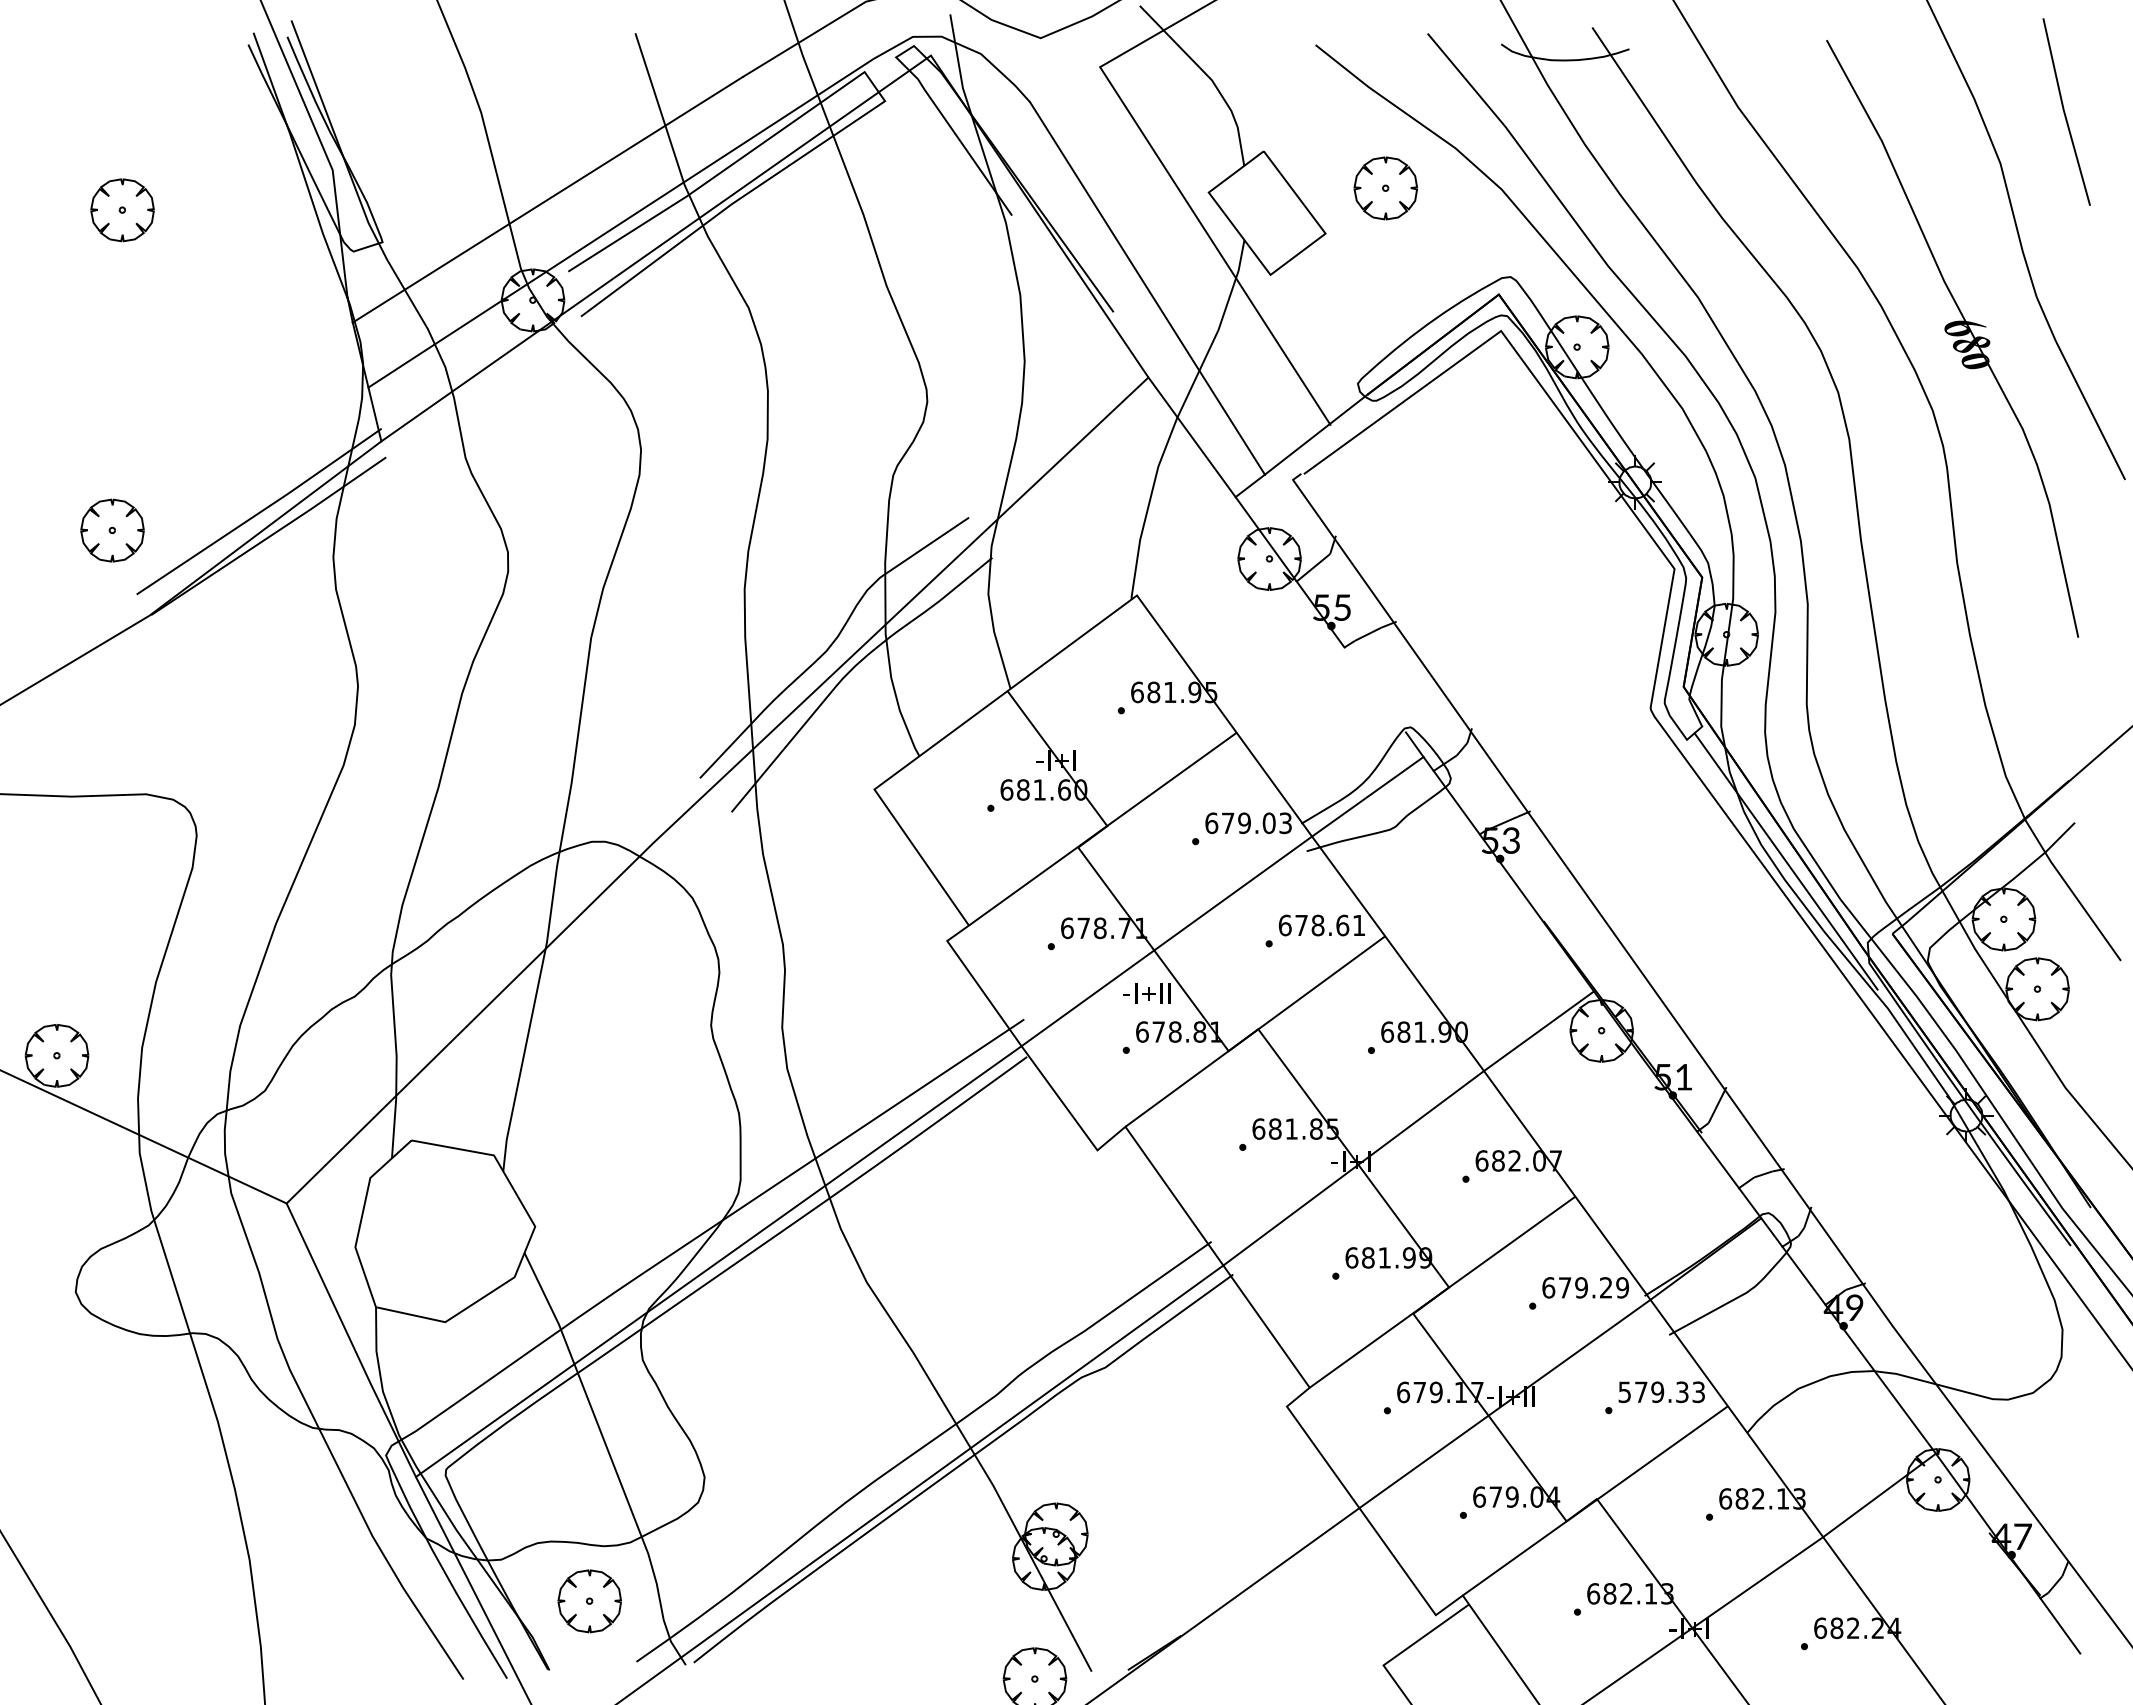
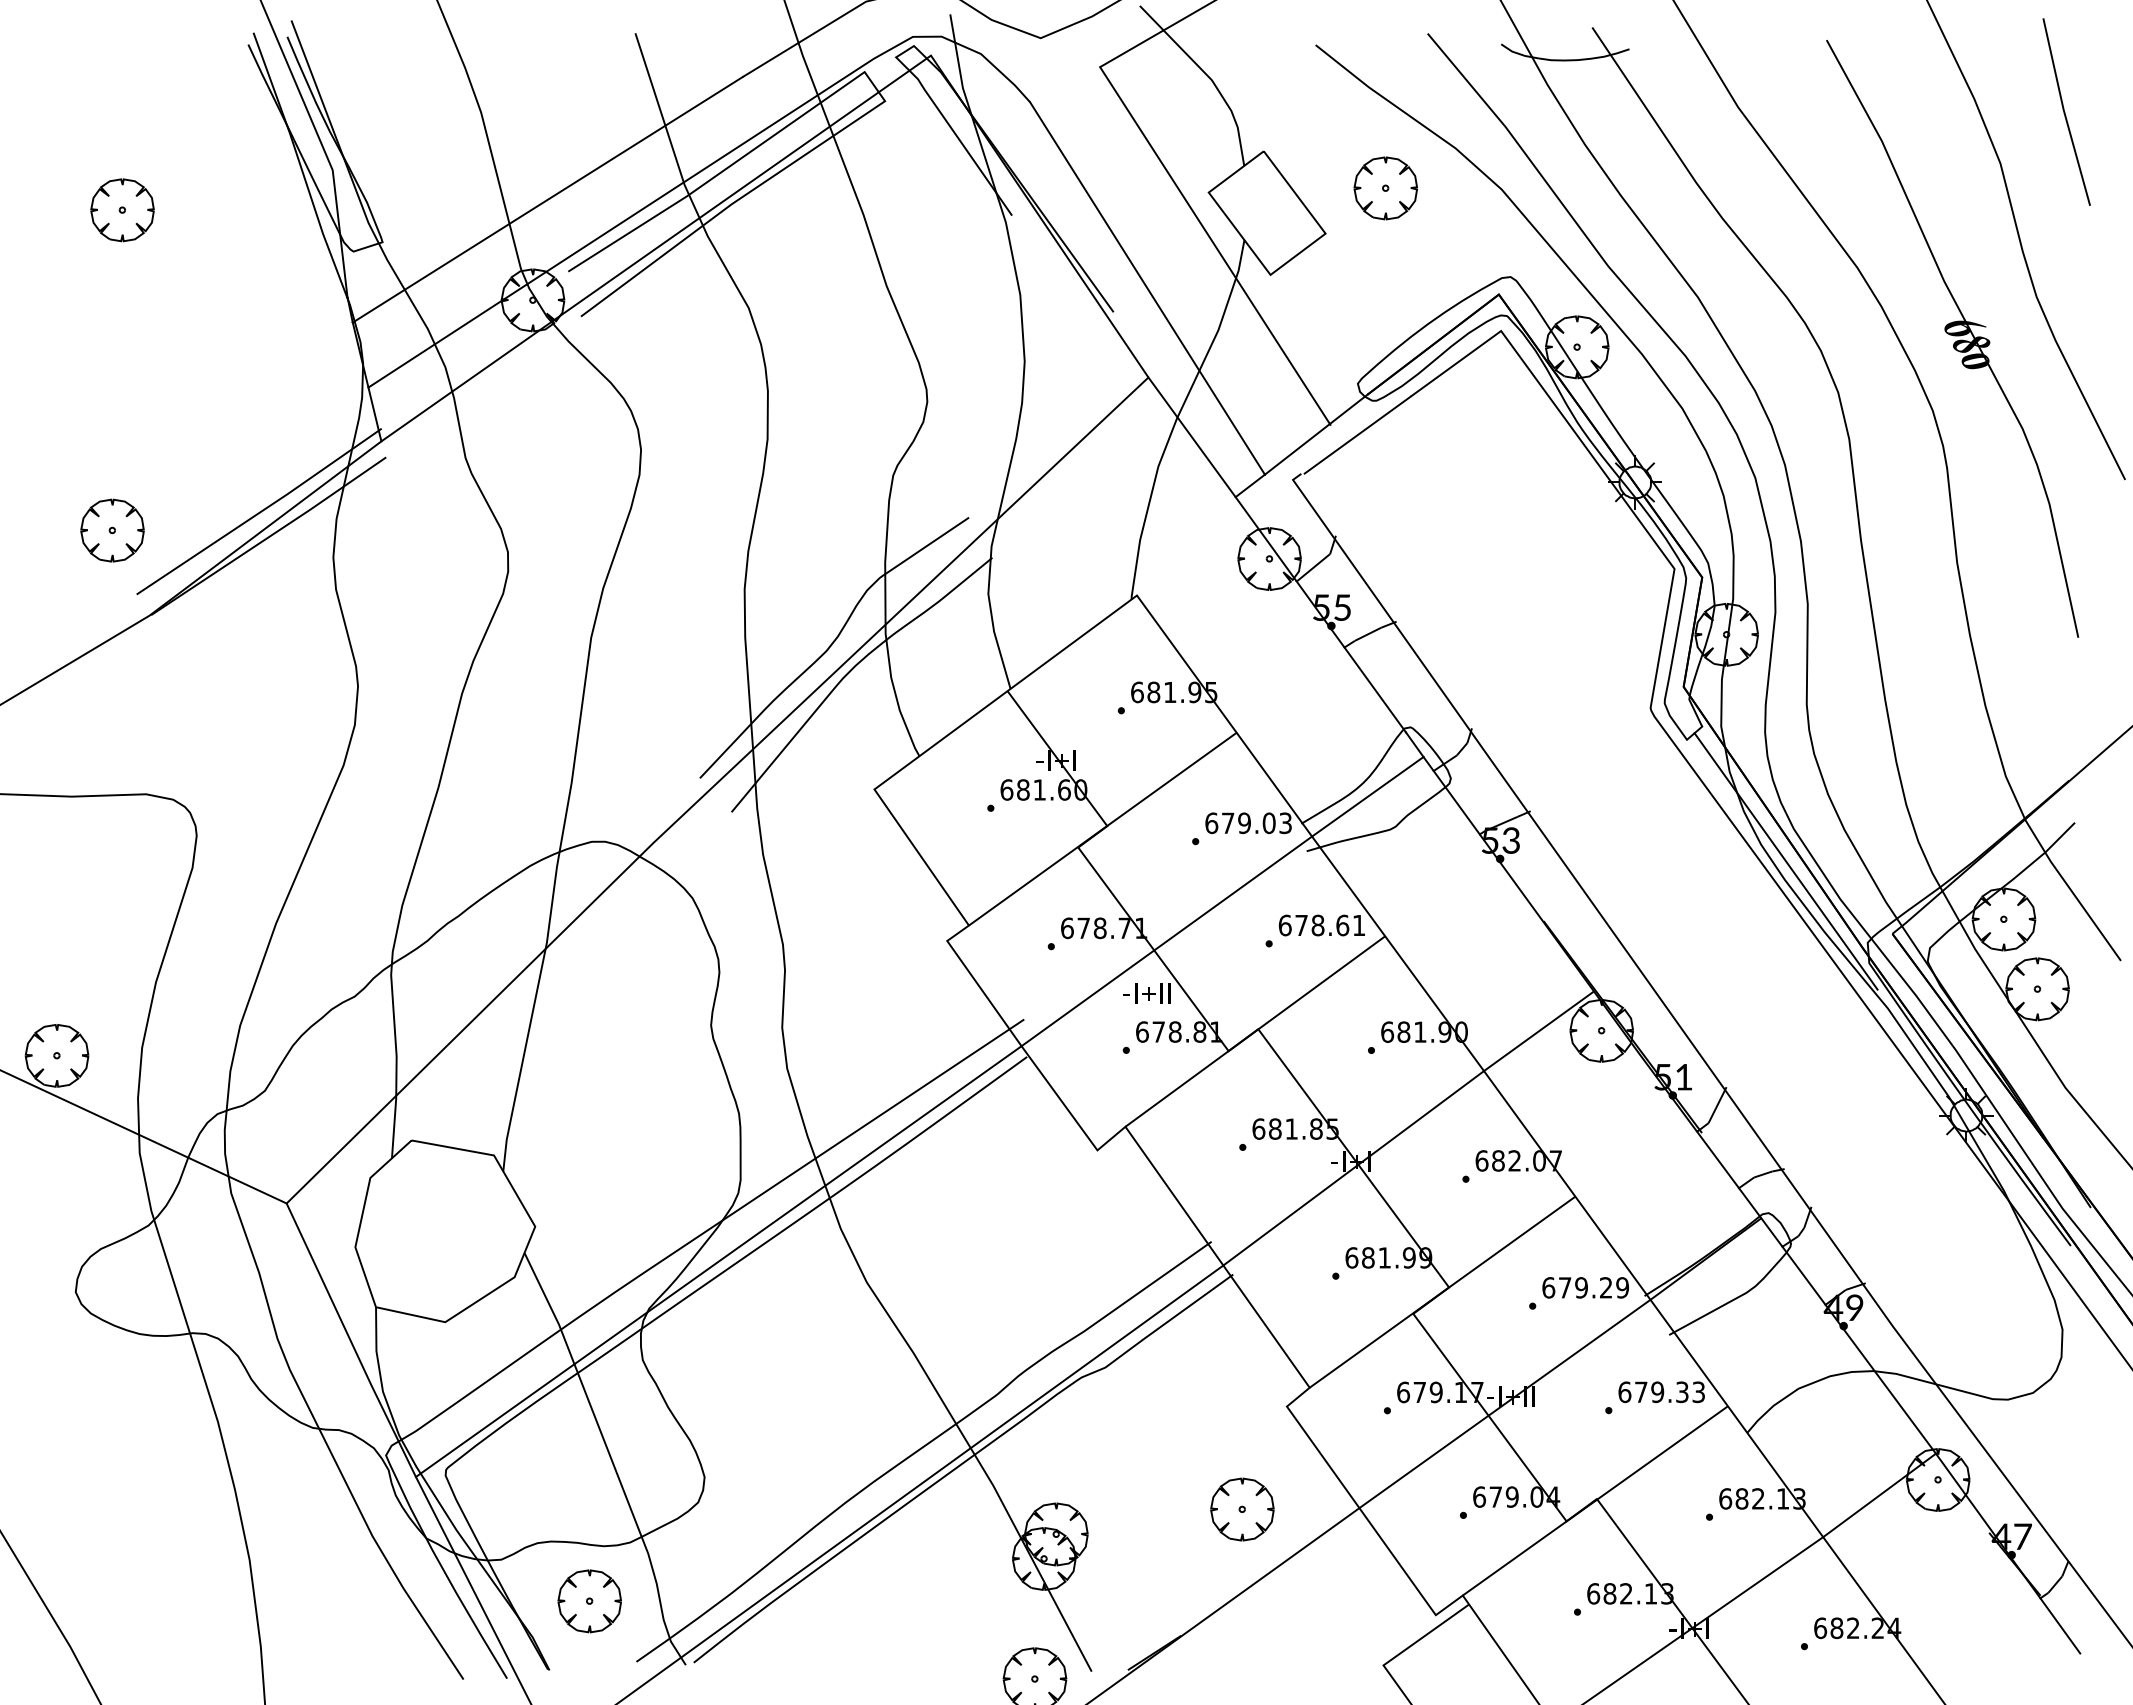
line at (1375, 689): none -> present
text at (1624, 1392): 579.33 -> 679.33
part at (1242, 1509): none -> present
